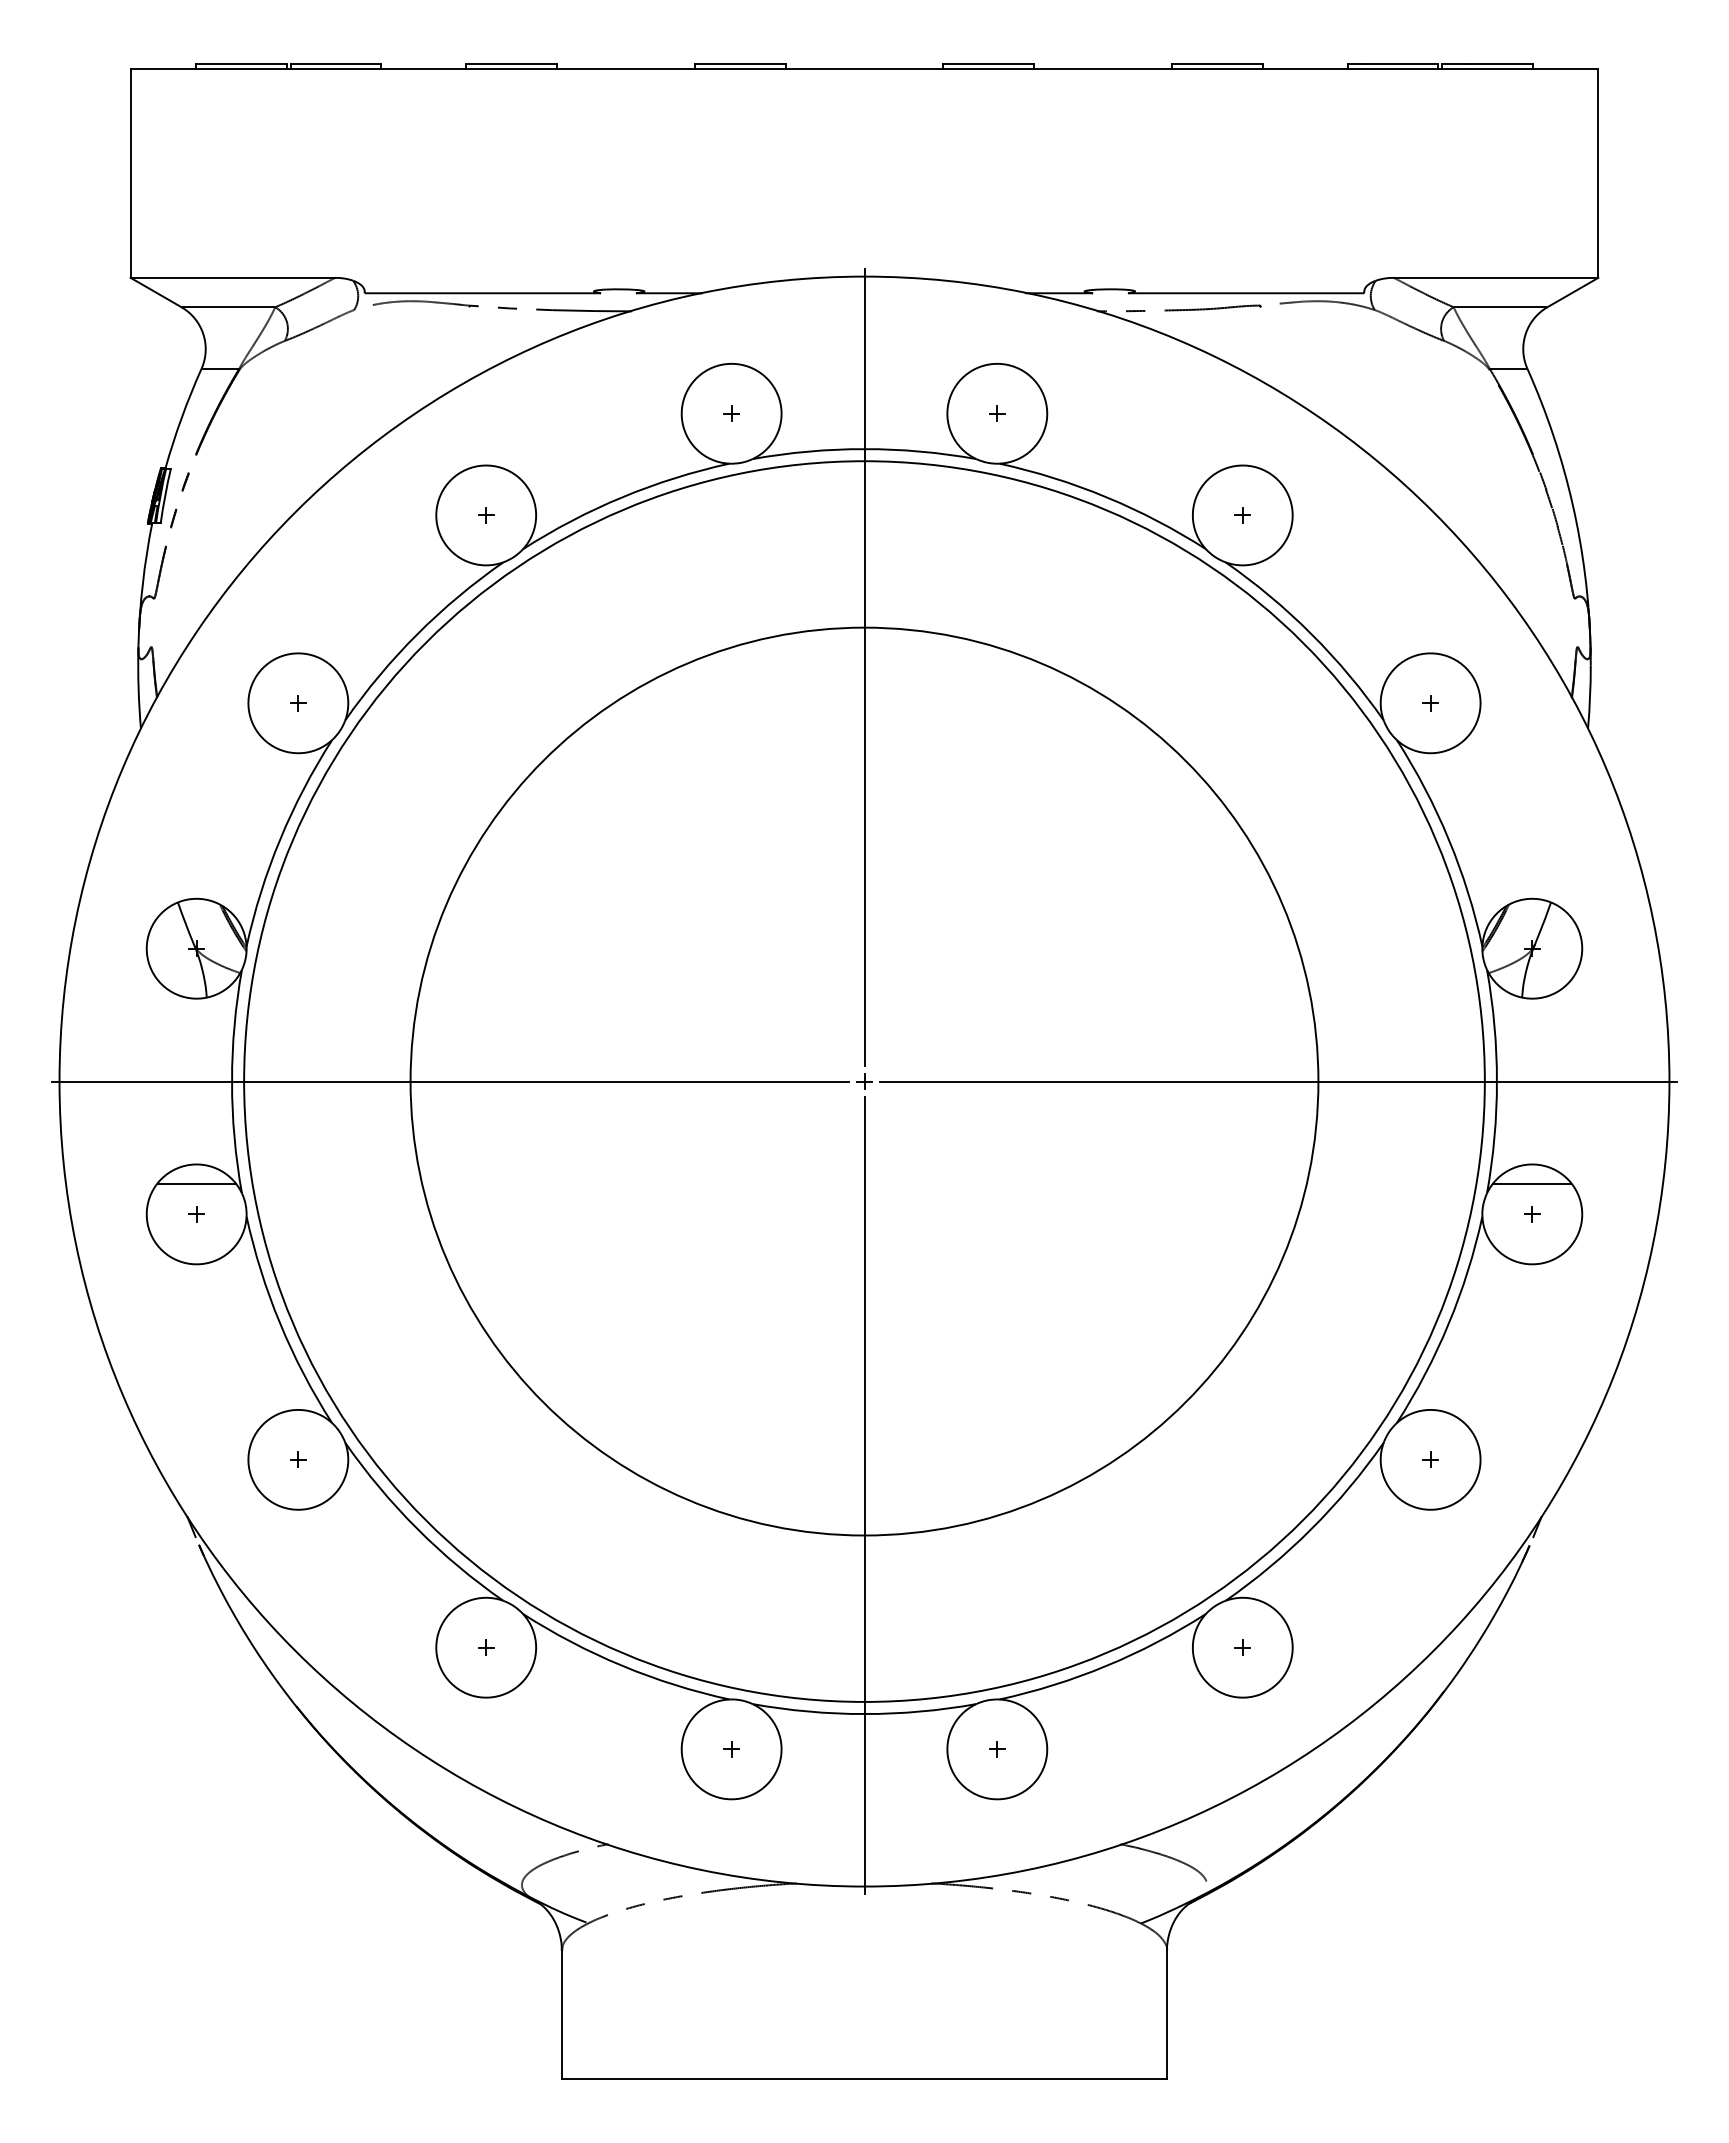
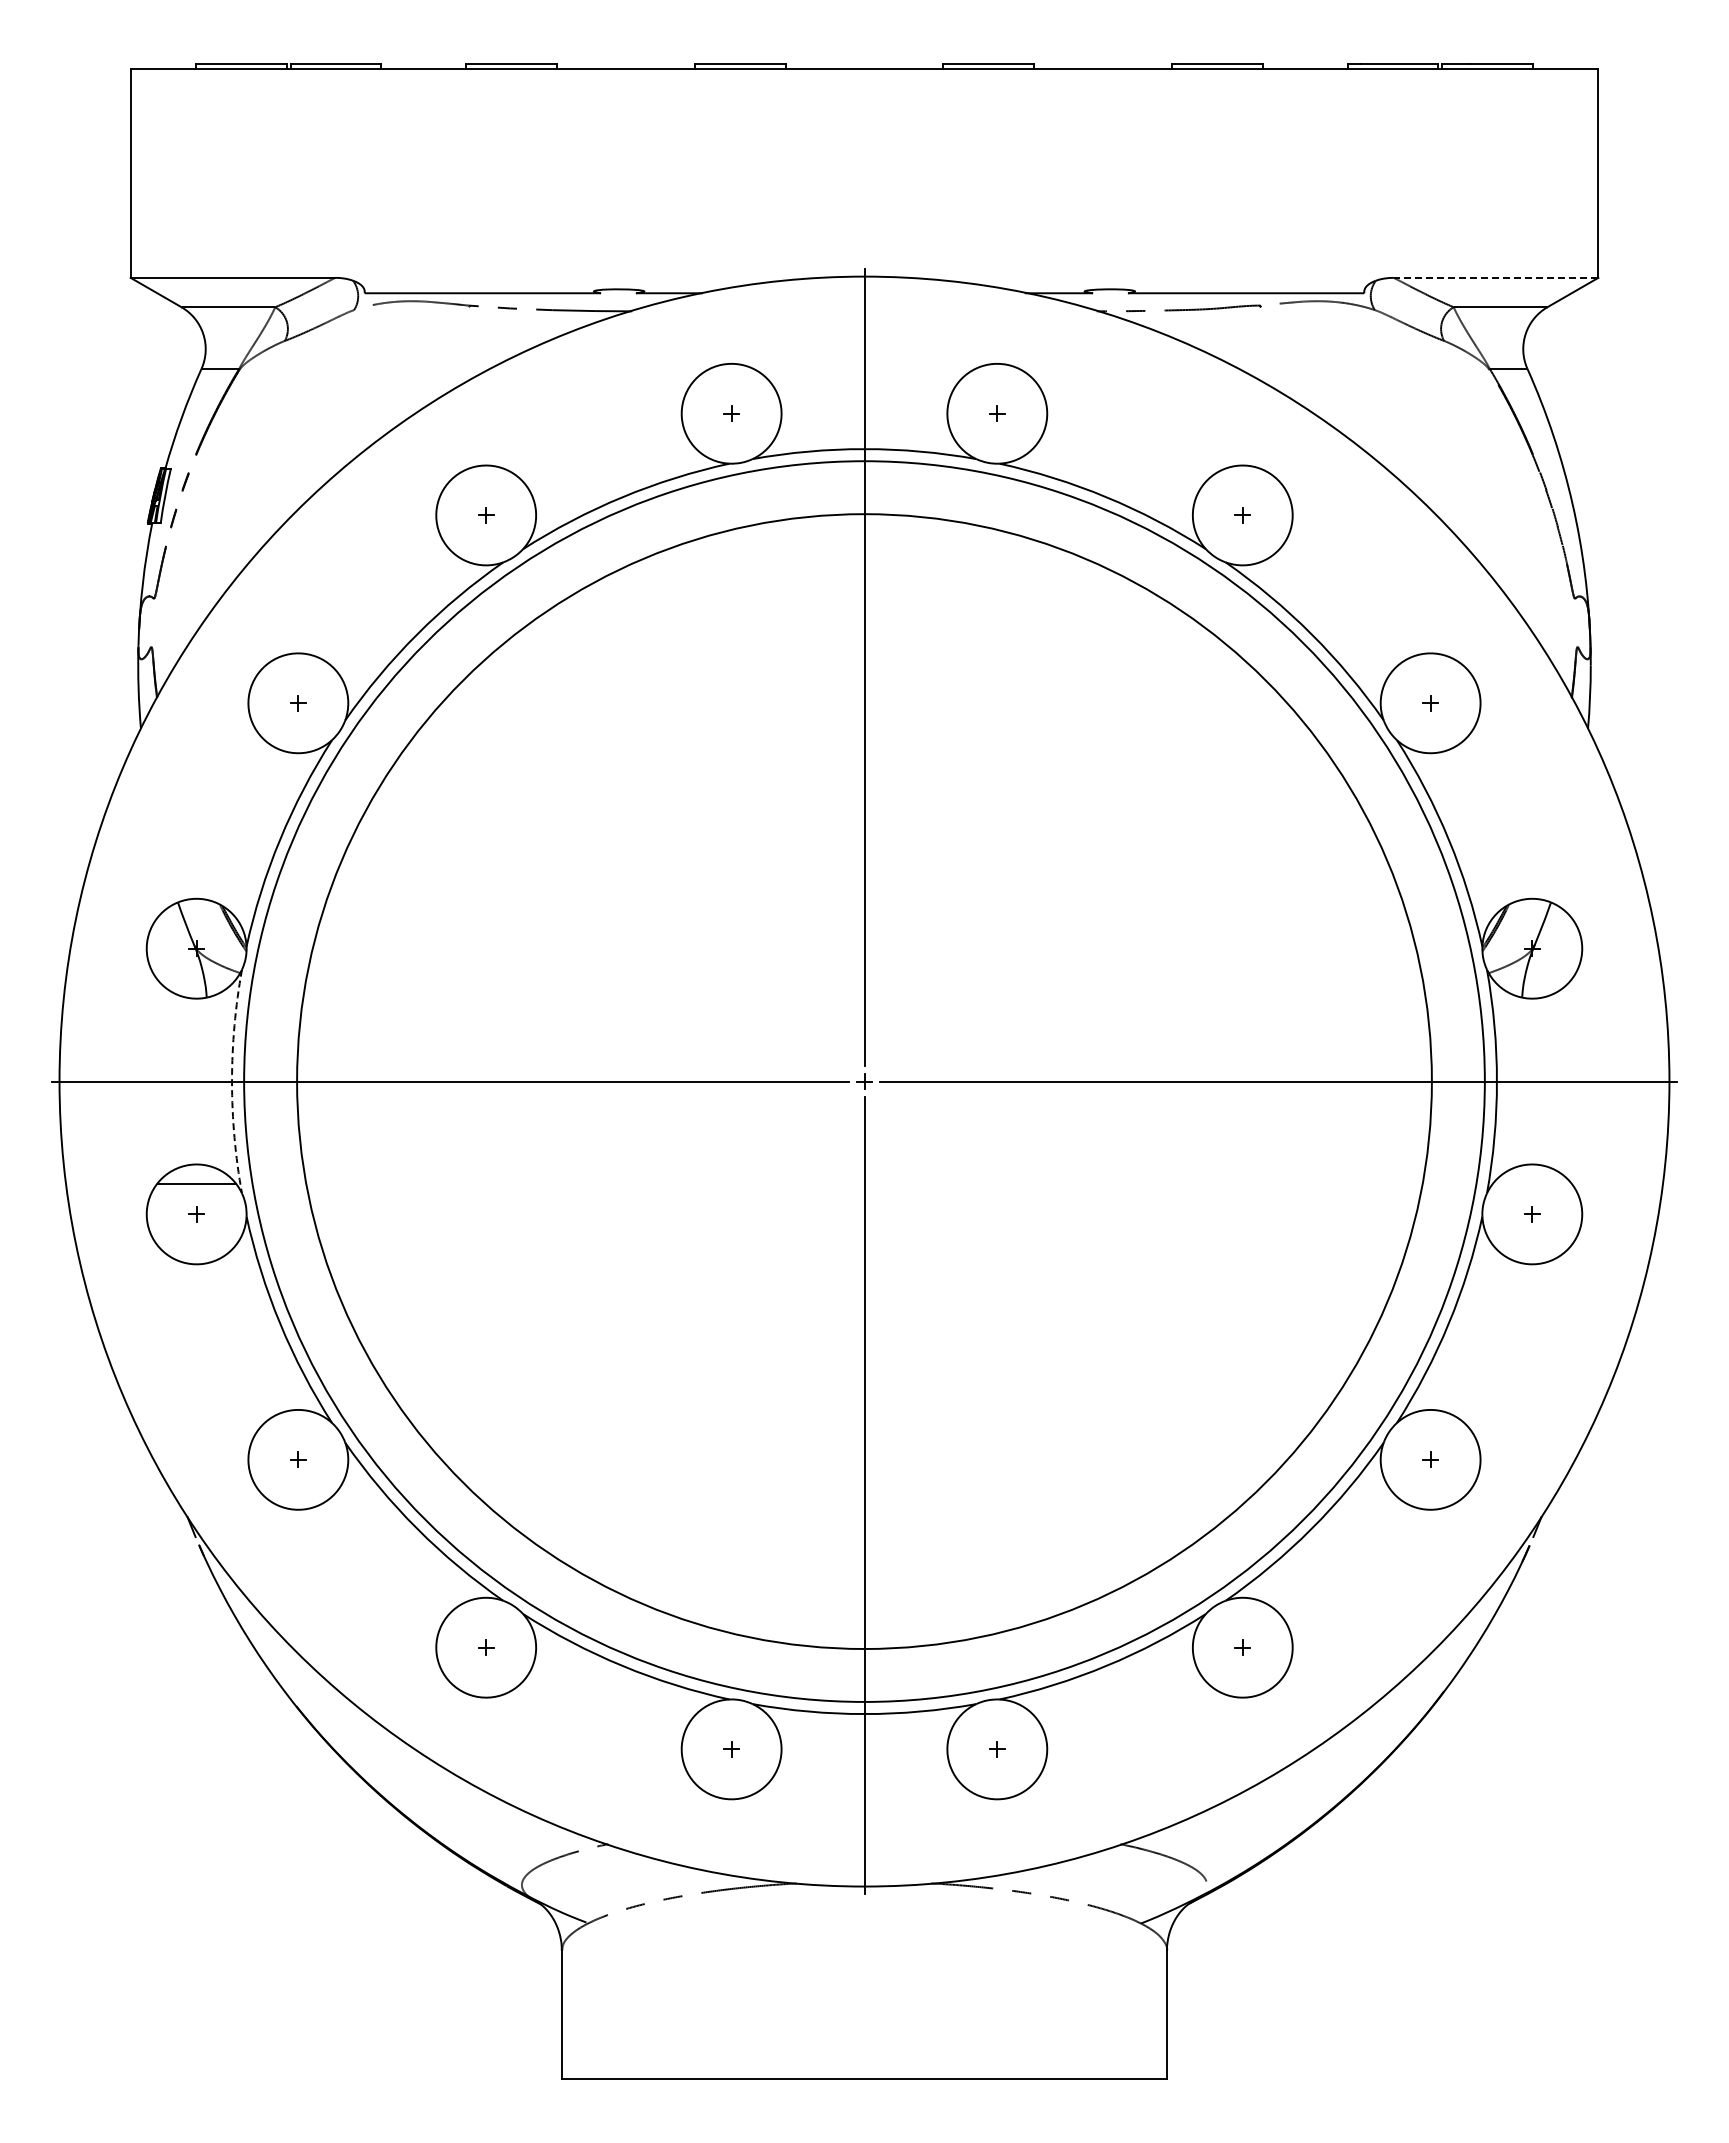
line at (1495, 277): solid -> dashed
arc at (232, 1081): solid -> dashed
circle at (864, 1081) diameter: 908 px -> 1135 px
line at (1532, 1184): present -> none
